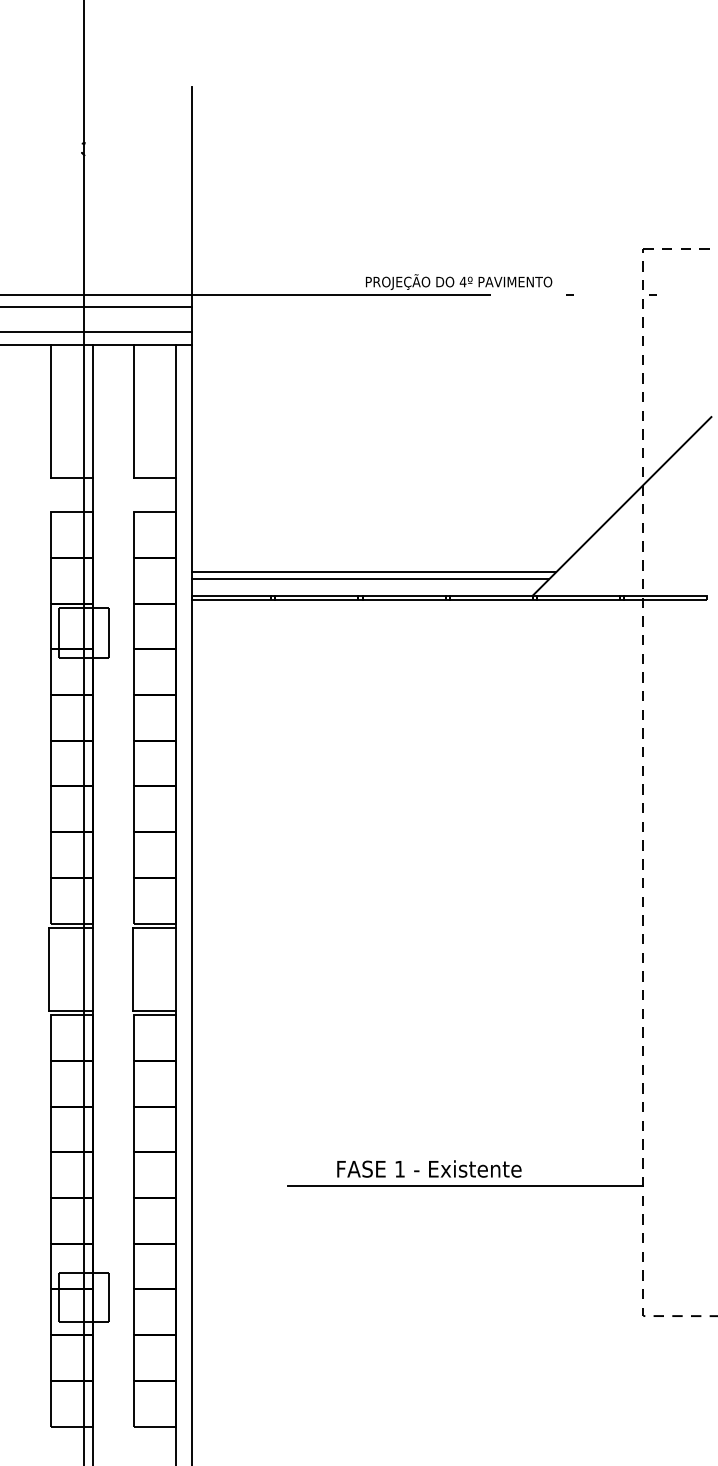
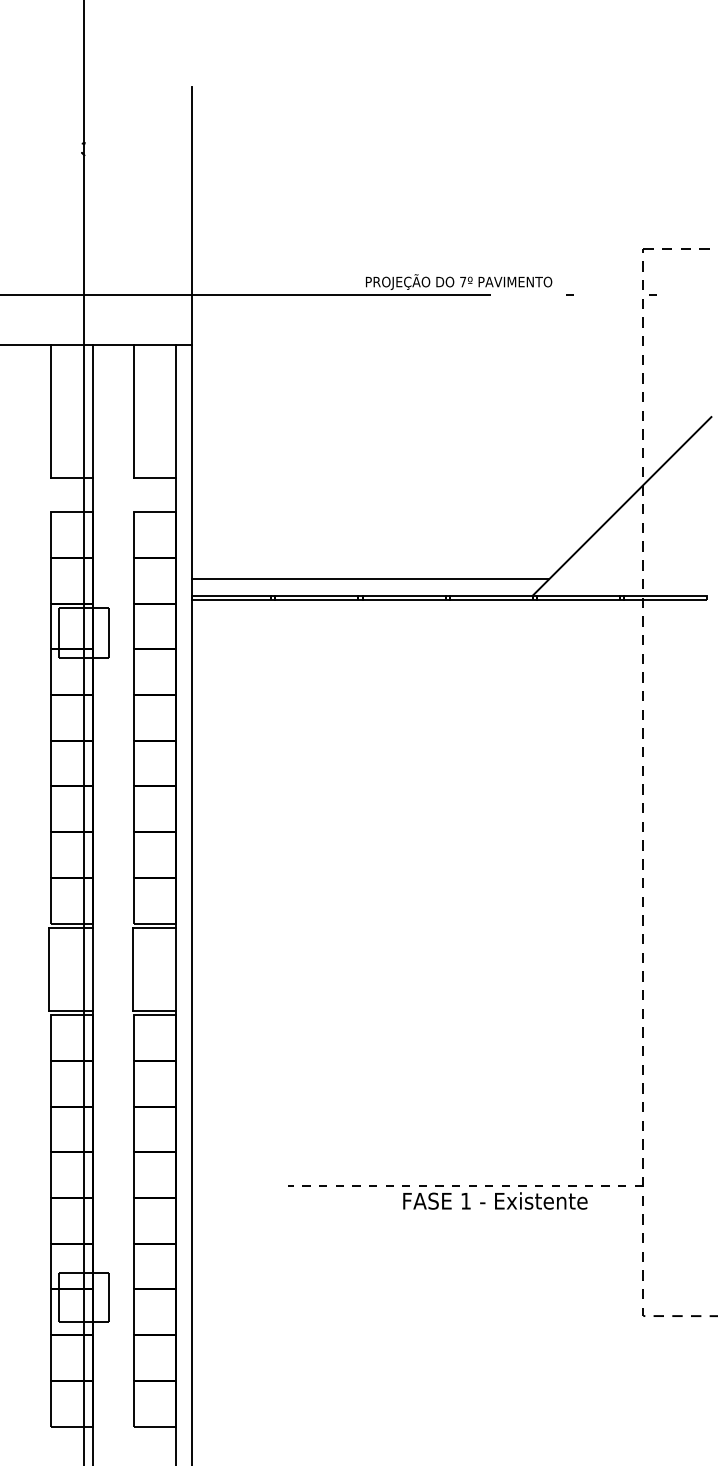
text at (462, 281): 4º -> 7º
line at (97, 307): present -> none
line at (97, 332): present -> none
line at (374, 572): present -> none
text at (429, 1168) position: (429, 1168) -> (495, 1200)
line at (465, 1186): solid -> dashed
